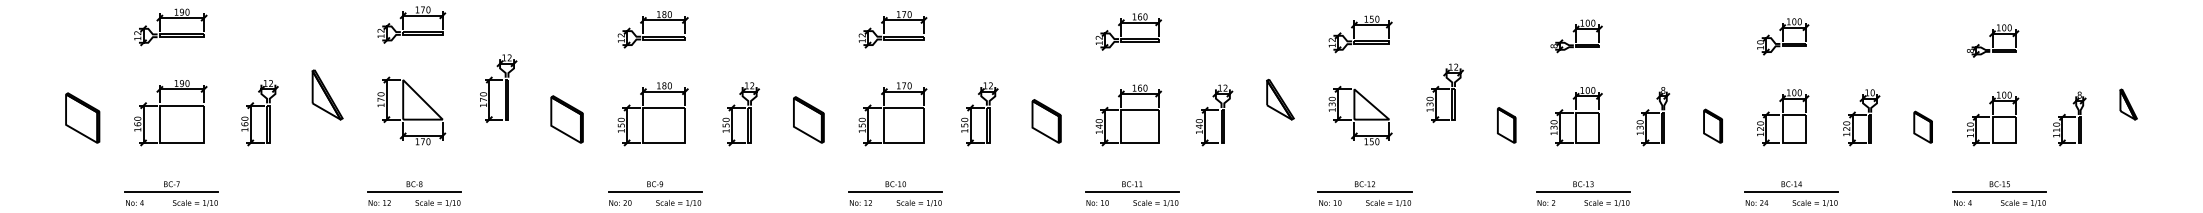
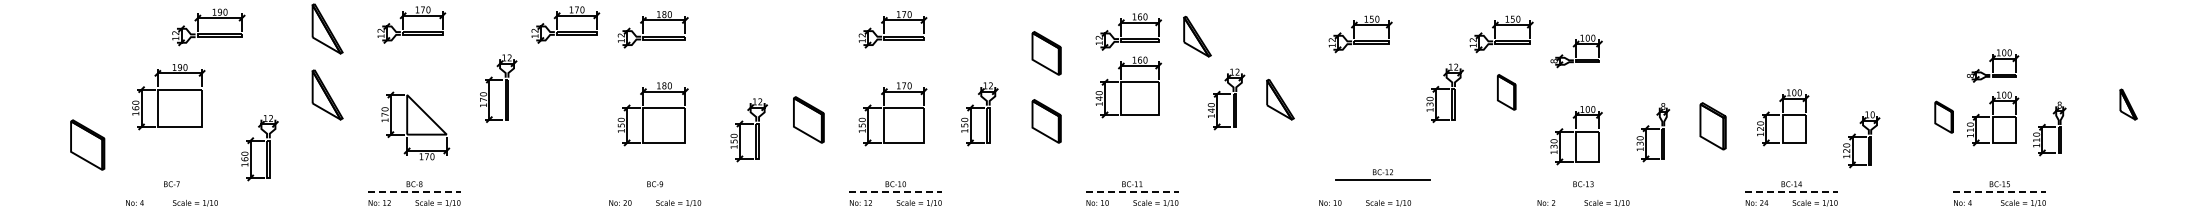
part at (170, 27) position: (170, 27) -> (208, 27)
part at (327, 28): none -> present
part at (565, 31): none -> present
part at (1501, 34): none -> present
part at (1197, 36): none -> present
part at (1576, 36) position: (1576, 36) -> (1576, 51)
part at (1783, 36): present -> none
part at (1993, 40) position: (1993, 40) -> (1993, 65)
part at (1046, 53): none -> present
part at (259, 106) position: (259, 106) -> (259, 141)
part at (411, 110) position: (411, 110) -> (415, 125)
part at (170, 113) position: (170, 113) -> (168, 97)
part at (740, 114) position: (740, 114) -> (748, 130)
part at (1128, 115) position: (1128, 115) -> (1128, 87)
part at (1214, 115) position: (1214, 115) -> (1226, 99)
part at (1360, 115): present -> none
part at (1576, 116) position: (1576, 116) -> (1576, 135)
part at (1653, 116) position: (1653, 116) -> (1653, 132)
part at (82, 117) position: (82, 117) -> (87, 144)
part at (1861, 117) position: (1861, 117) -> (1861, 139)
part at (2069, 118) position: (2069, 118) -> (2049, 128)
part at (566, 119): present -> none
part at (1506, 125) position: (1506, 125) -> (1506, 92)
part at (1712, 125) size: 20x36 px -> 28x49 px
part at (1922, 126) position: (1922, 126) -> (1943, 116)
part at (1364, 186) position: (1364, 186) -> (1382, 174)
line at (171, 191): present -> none
line at (414, 191): solid -> dashed
line at (654, 191): present -> none
line at (895, 191): solid -> dashed
line at (1132, 191): solid -> dashed
line at (1583, 191): present -> none
line at (1791, 191): solid -> dashed
line at (1999, 191): solid -> dashed
